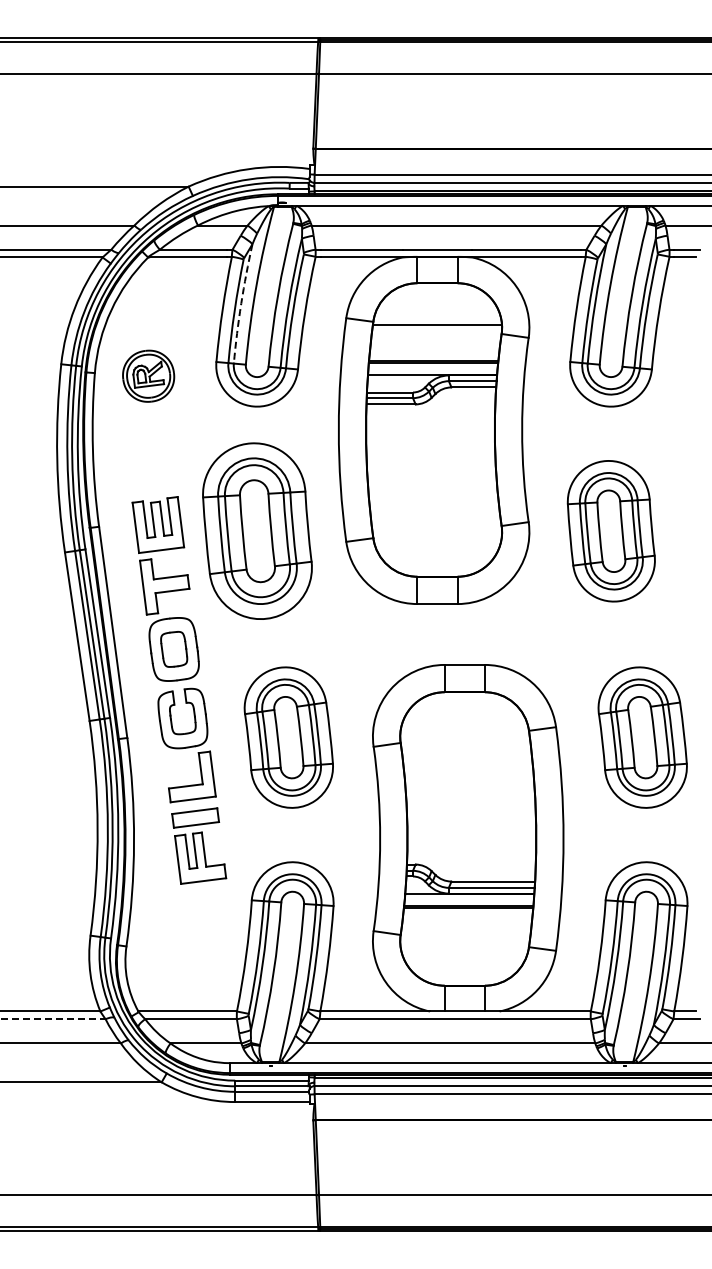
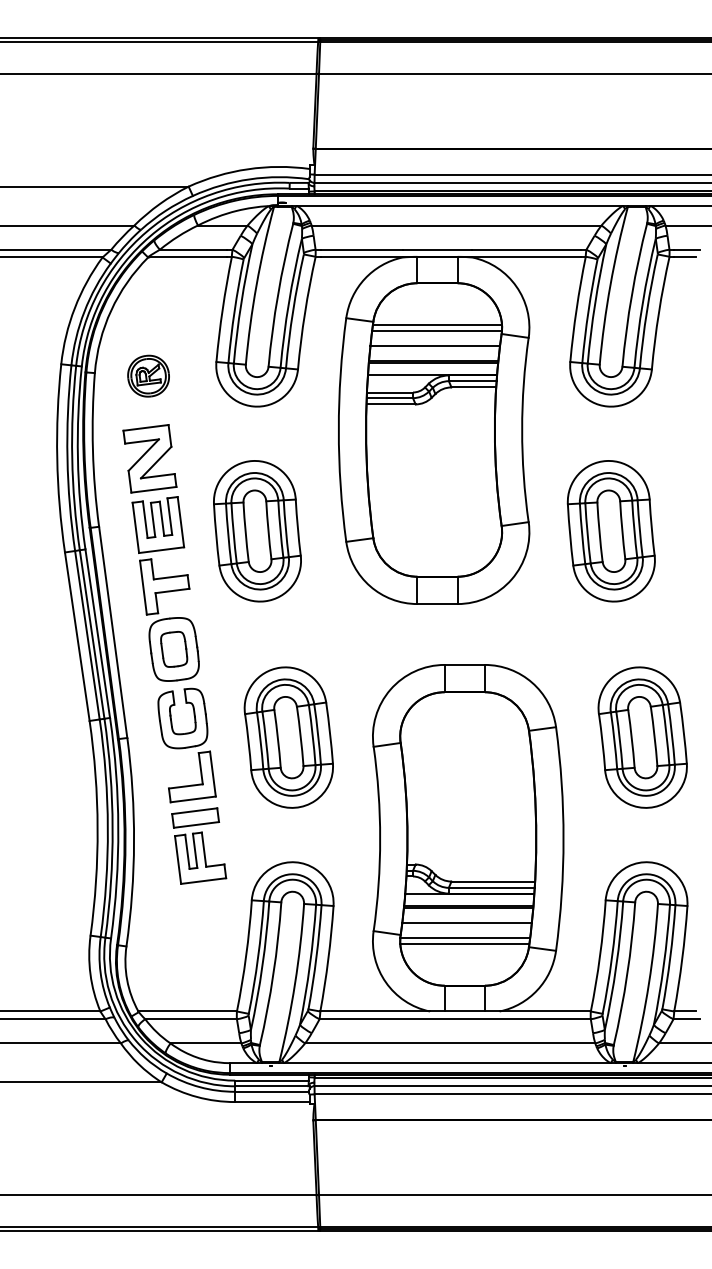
arc at (241, 303): dashed -> solid
line at (436, 330): none -> present
line at (434, 346): none -> present
part at (148, 375) size: 54x54 px -> 43x44 px
part at (149, 458): none -> present
part at (257, 530) size: 111x178 px -> 89x143 px
line at (466, 922): none -> present
line at (465, 938): none -> present
line at (464, 944): none -> present
line at (53, 1019): dashed -> solid
